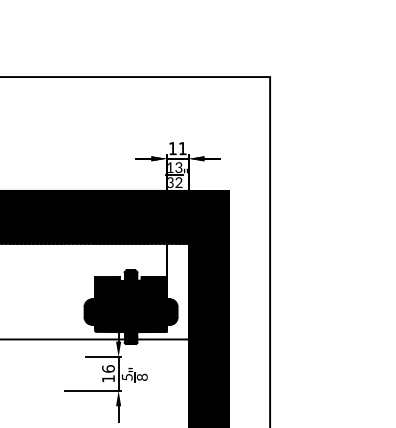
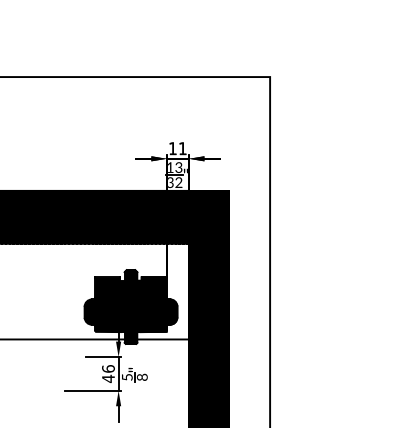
text at (108, 378): 16 -> 46
